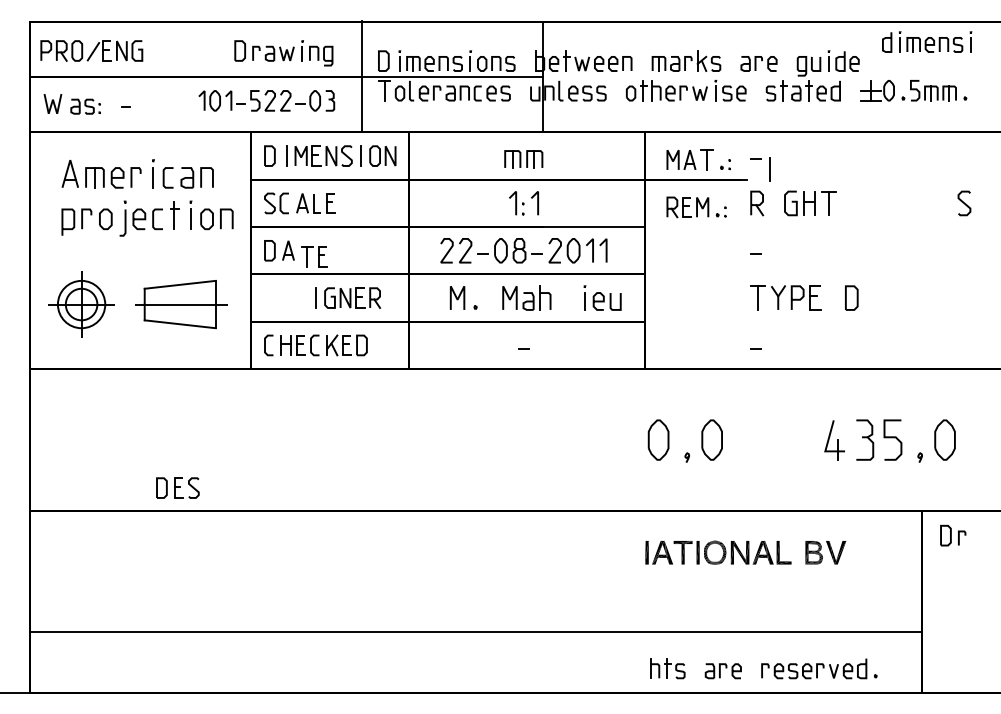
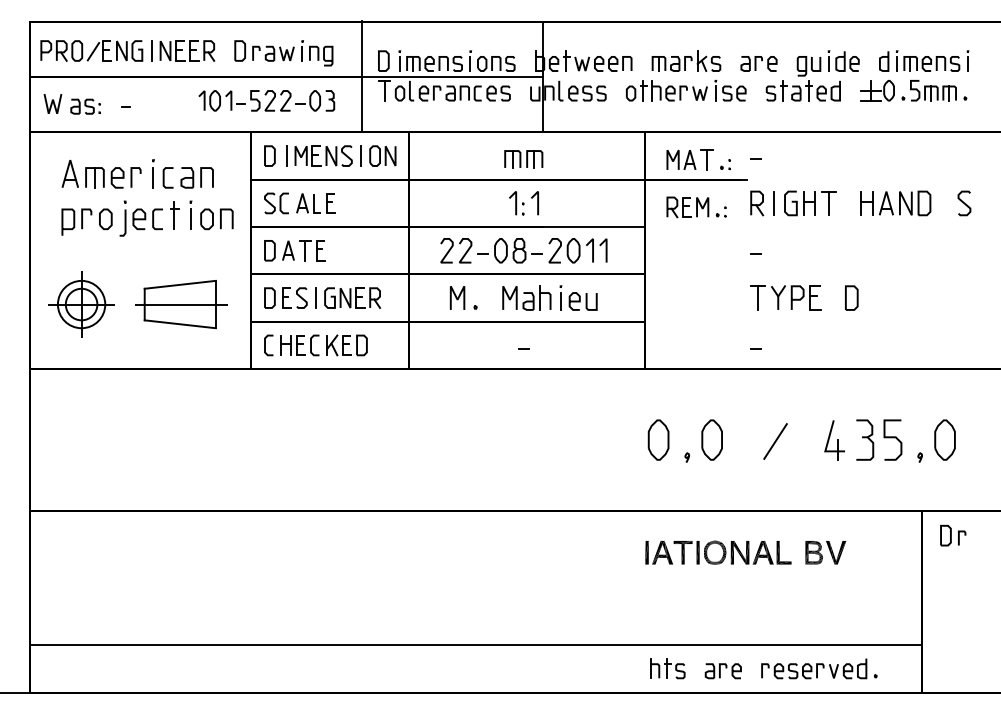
part at (927, 41) position: (927, 41) -> (924, 60)
part at (183, 50): none -> present
line at (769, 169) position: (769, 169) -> (773, 203)
part at (895, 203): none -> present
part at (314, 256) position: (314, 256) -> (312, 250)
part at (602, 297) position: (602, 297) -> (578, 297)
line at (775, 441): none -> present
part at (177, 487) position: (177, 487) -> (285, 297)
line at (475, 632) position: (475, 632) -> (475, 645)
